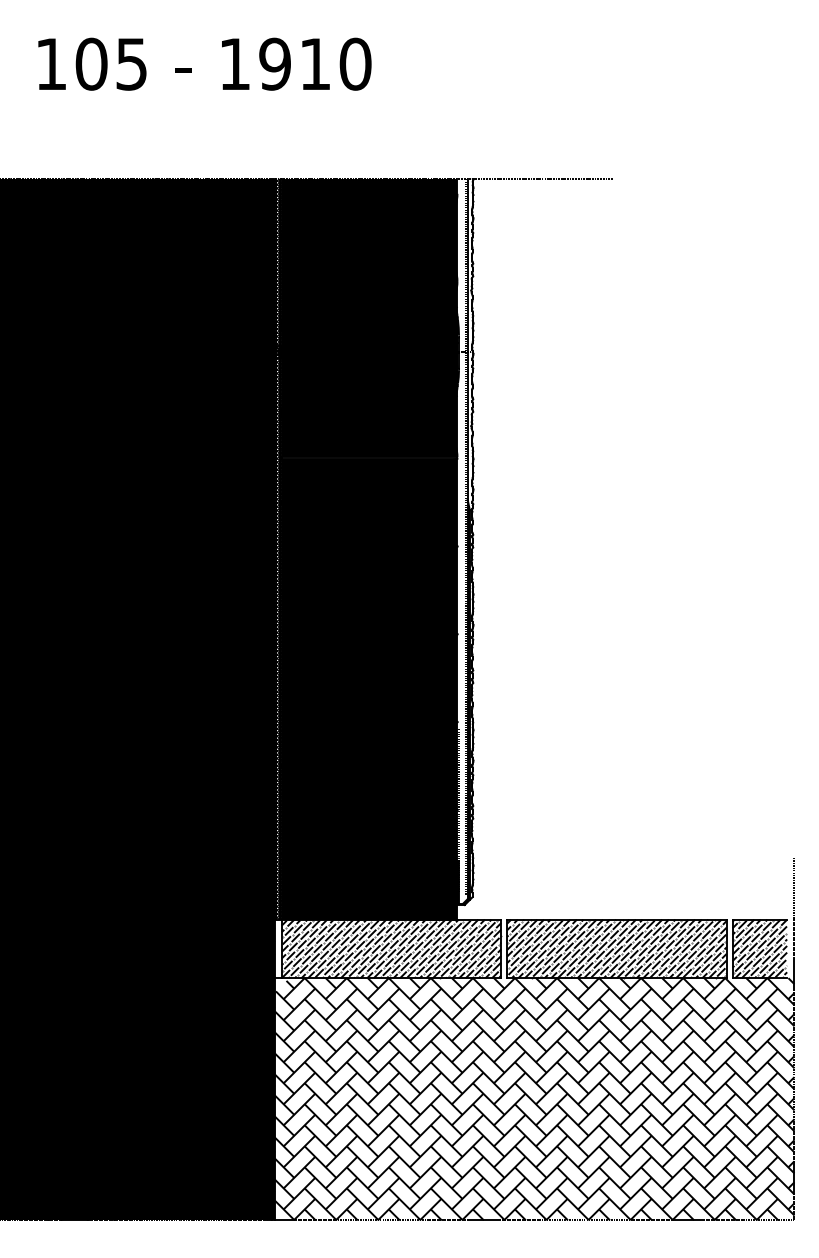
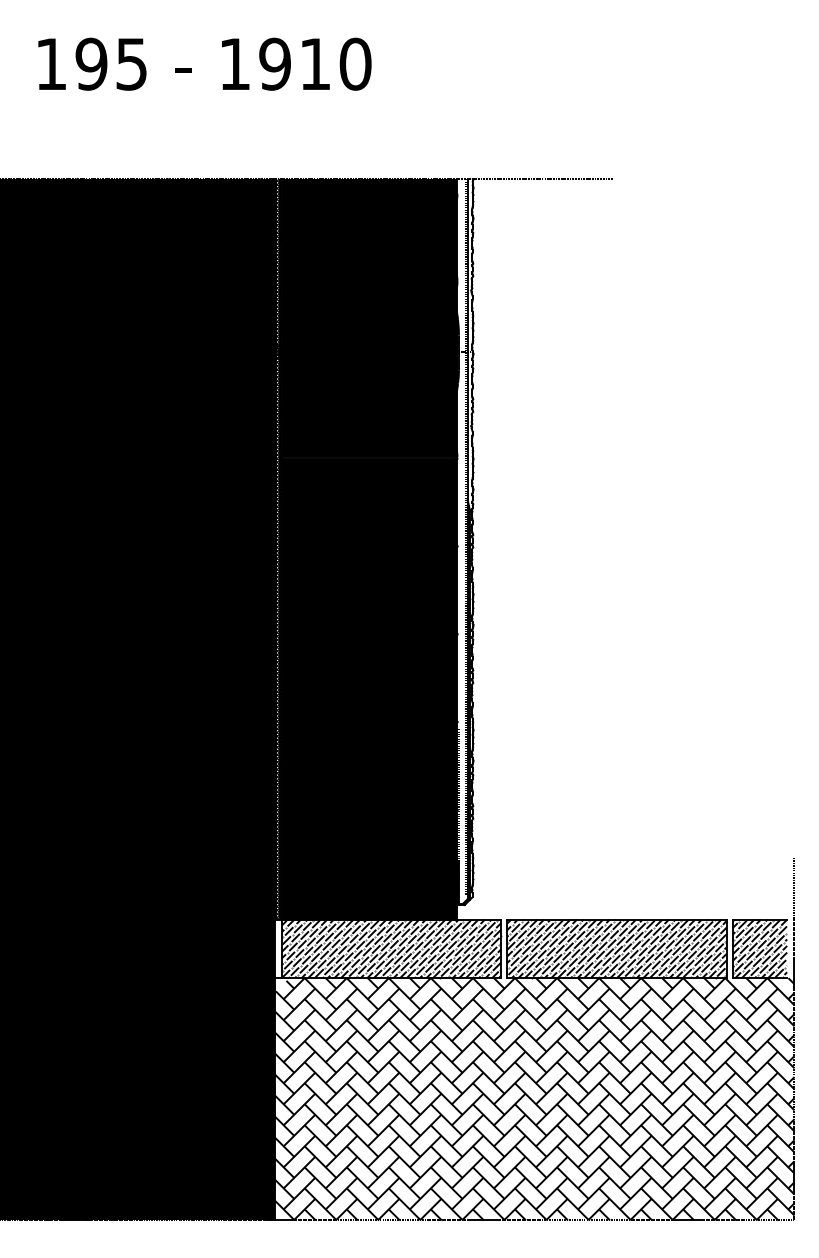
text at (91, 63): 105 -> 195
